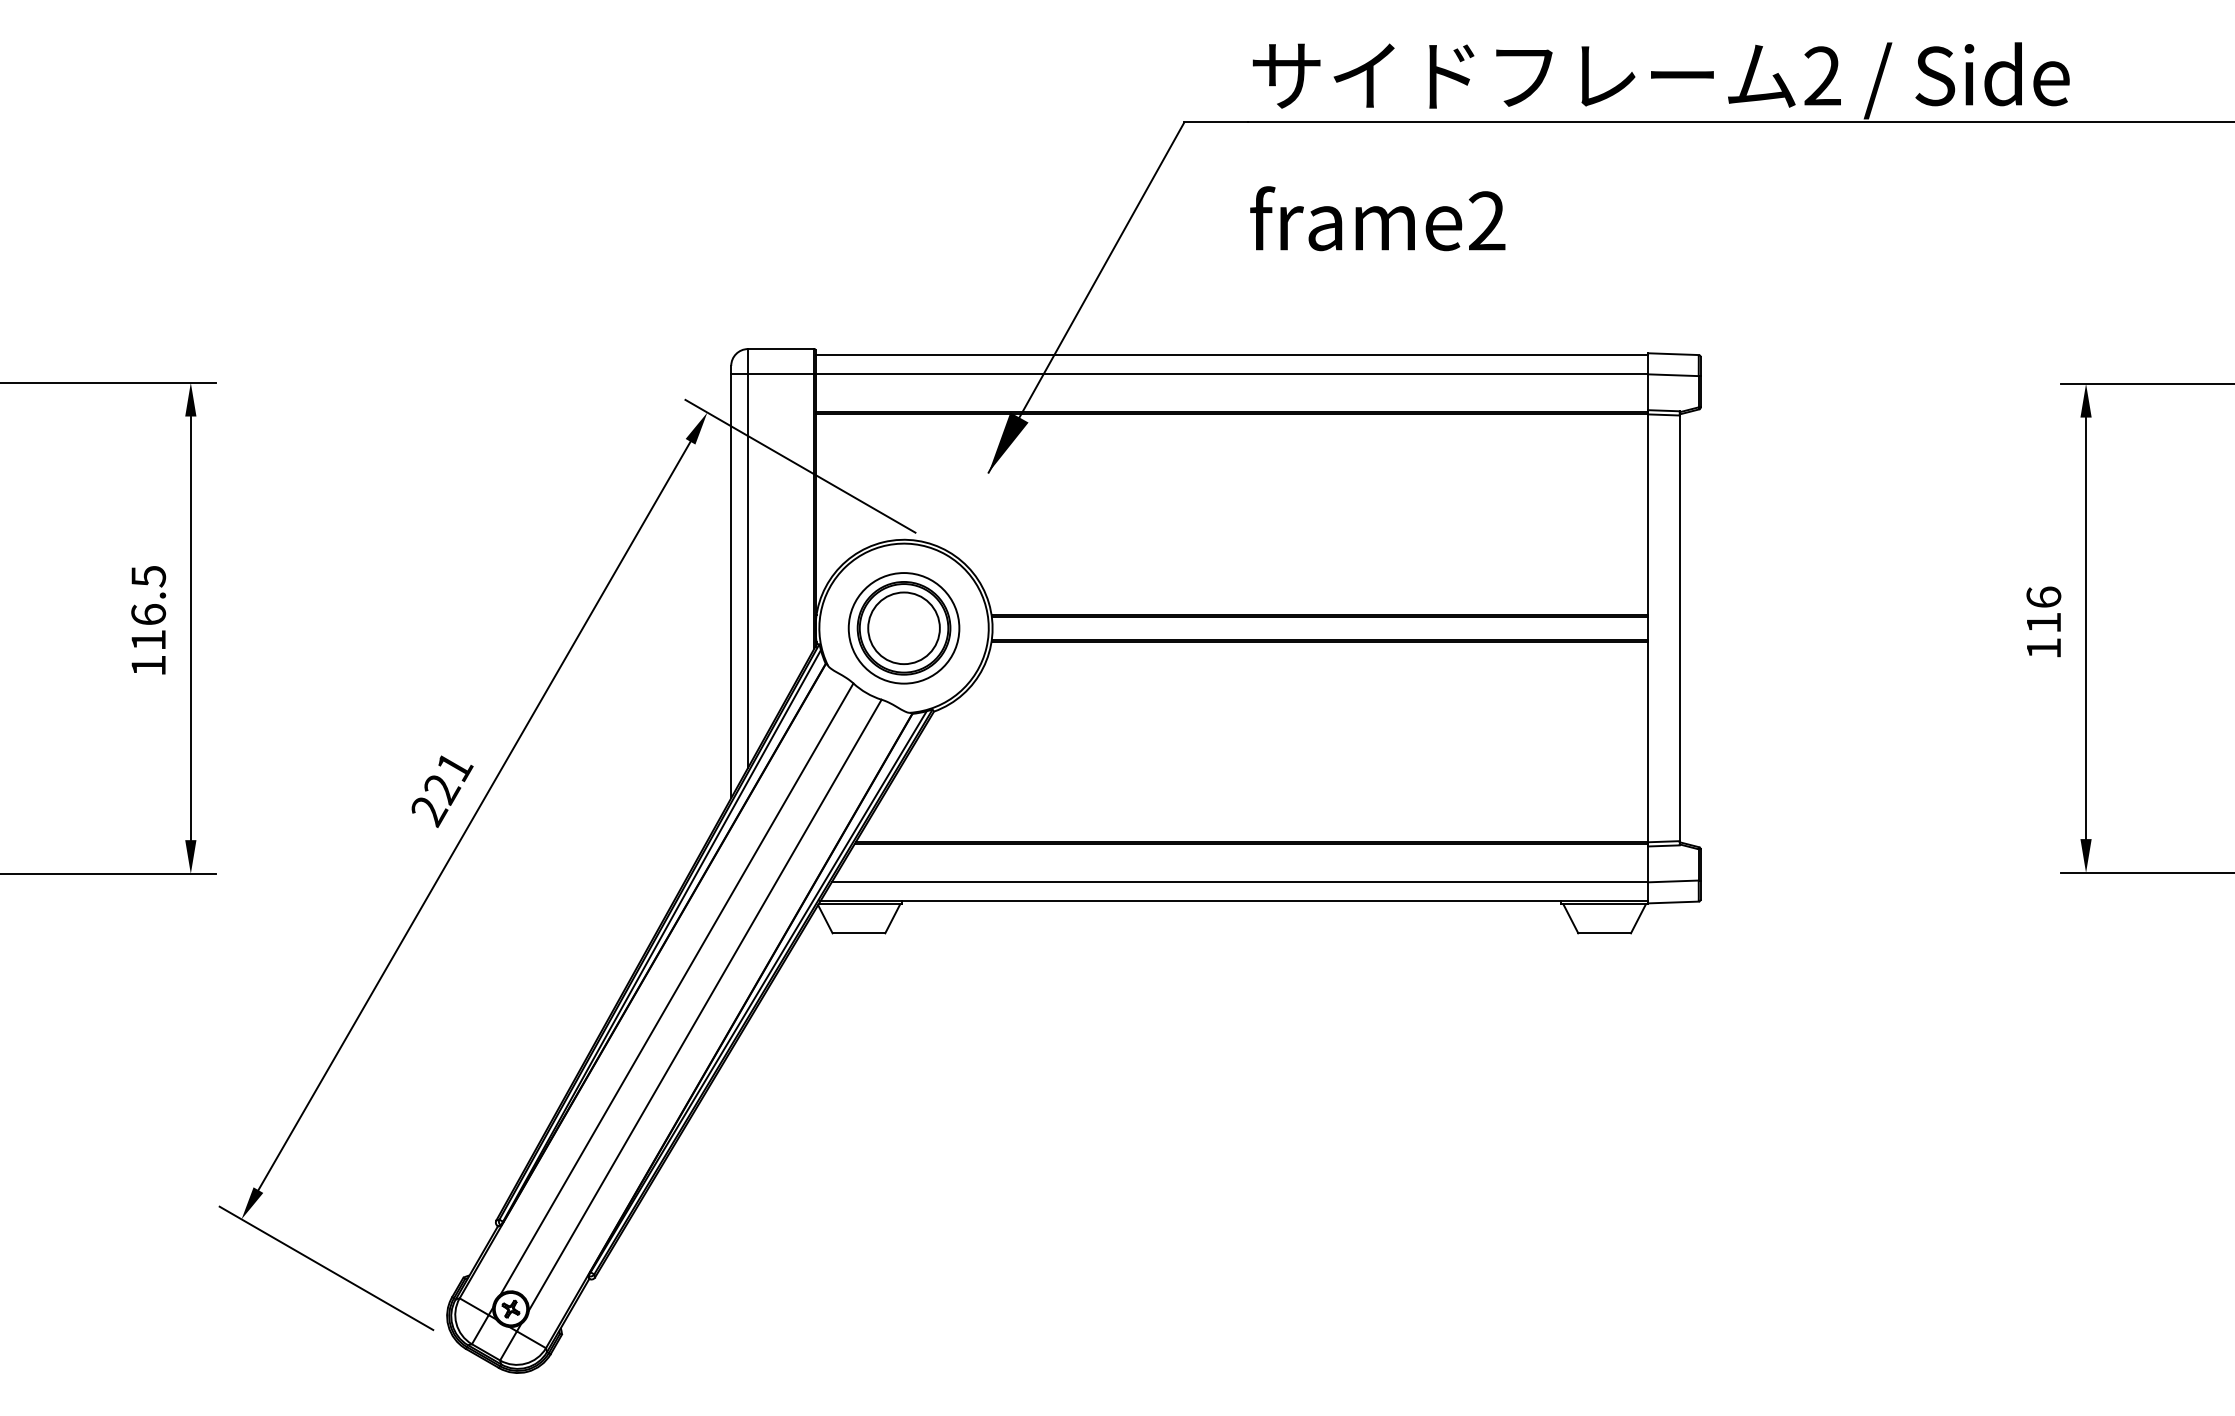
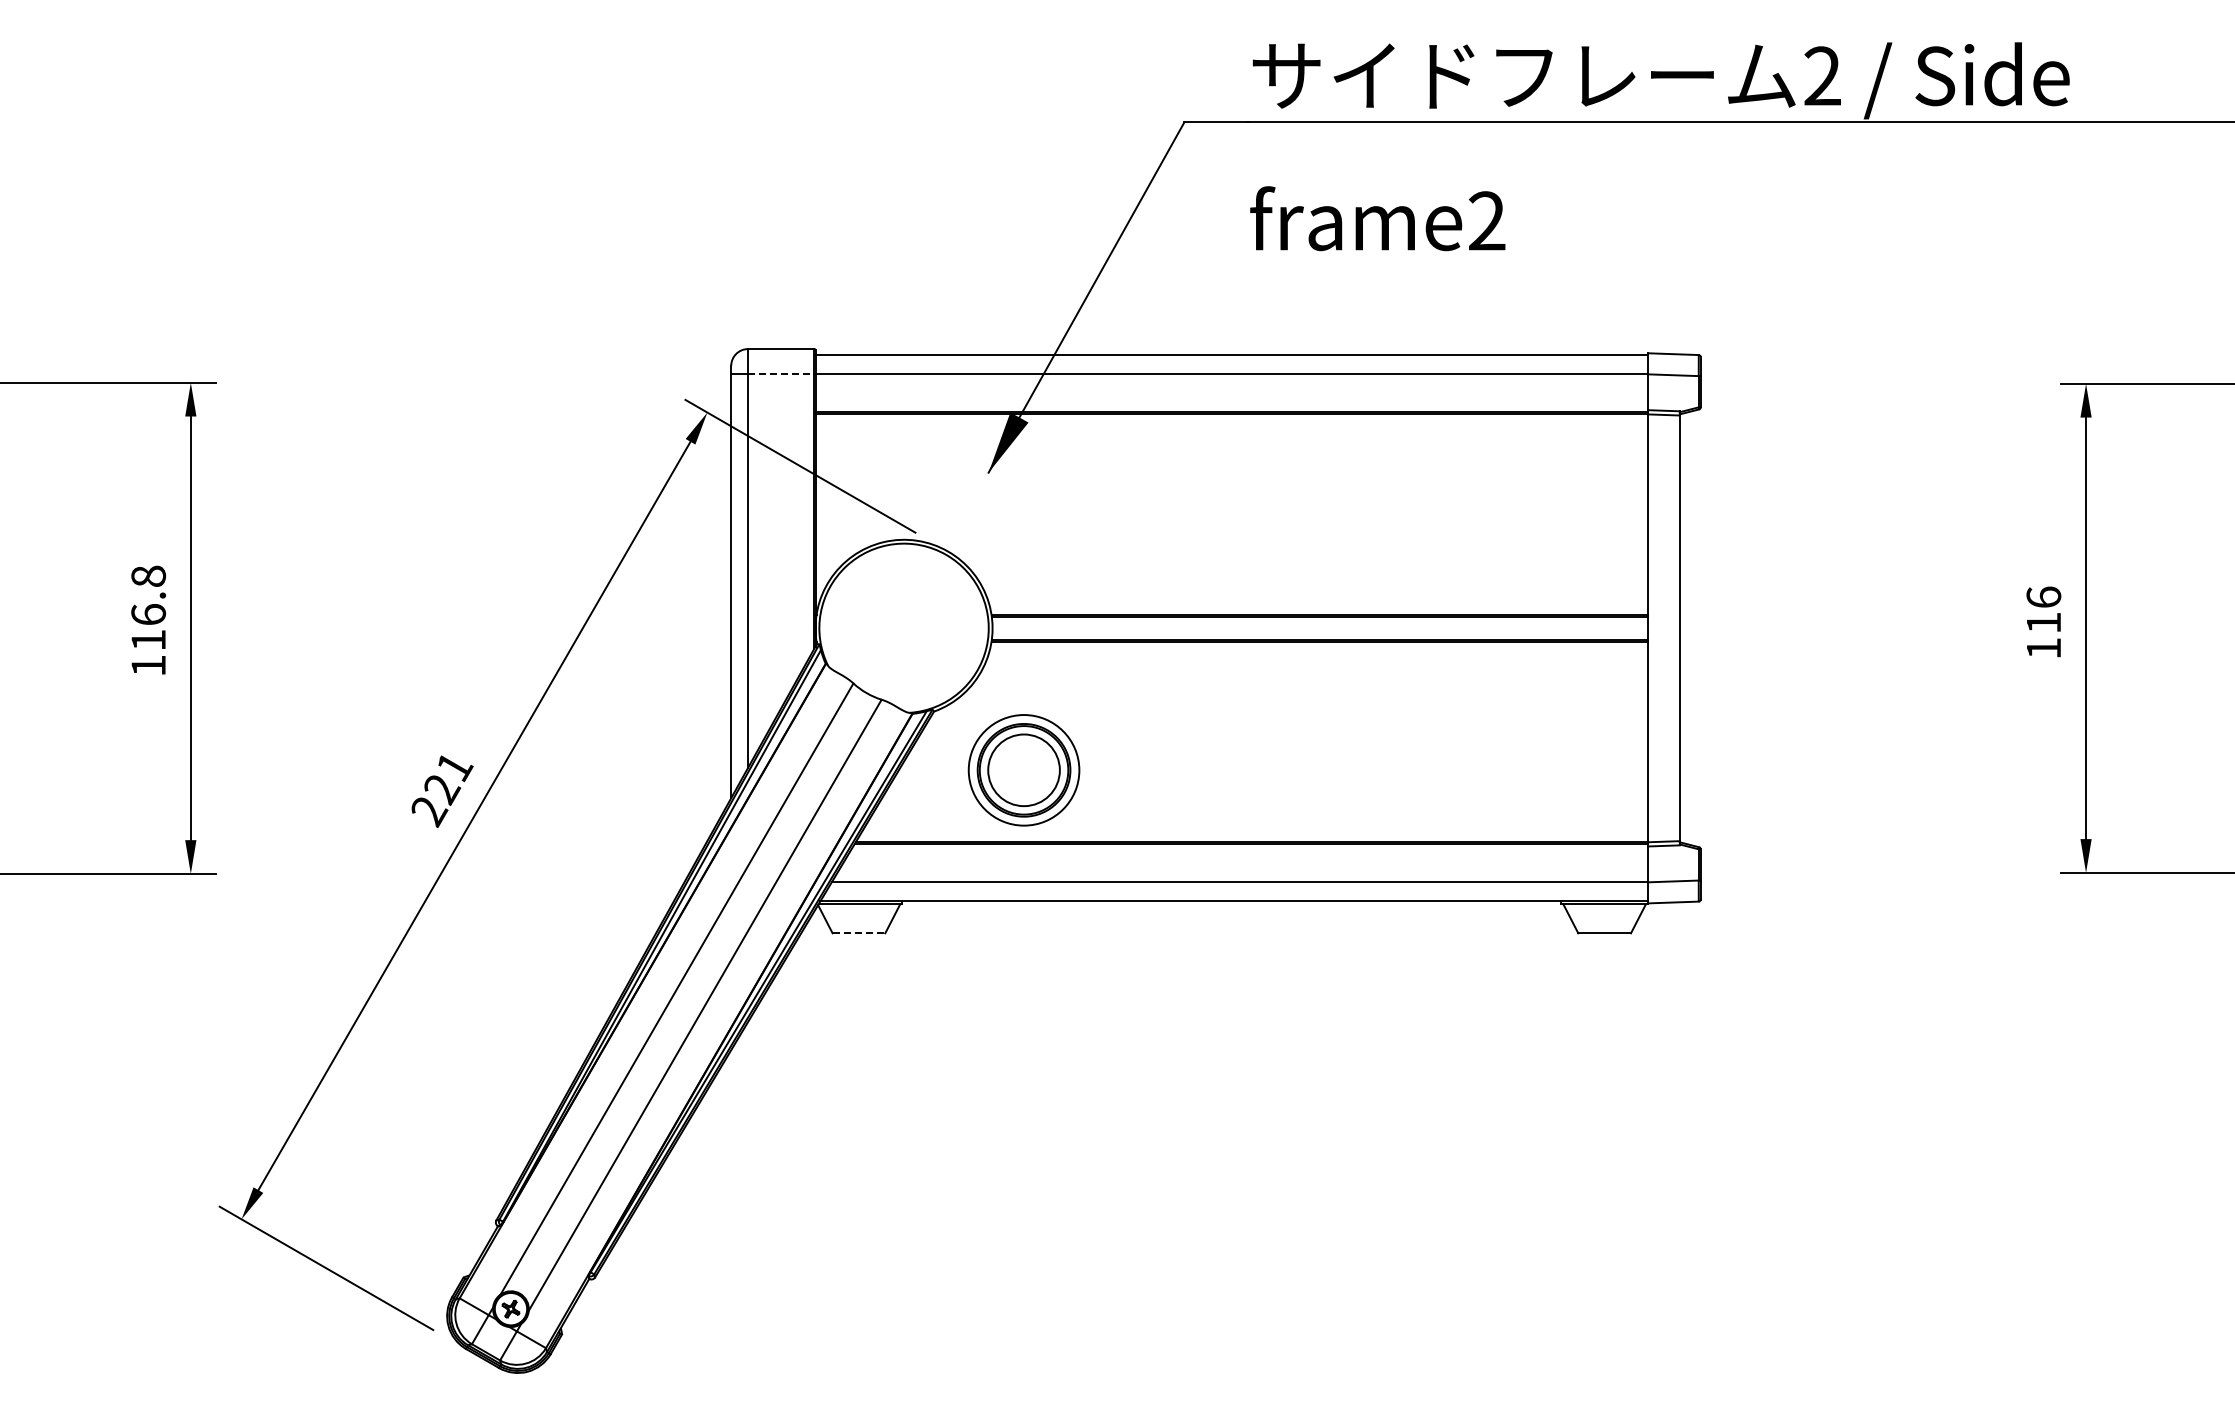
line at (781, 374): solid -> dashed
text at (148, 576): 116.5 -> 116.8
part at (903, 628) position: (903, 628) -> (1023, 770)
line at (859, 933): solid -> dashed
